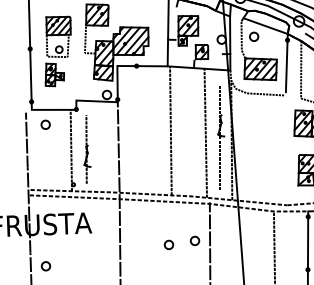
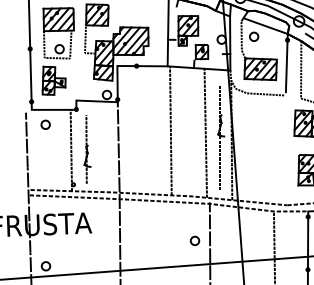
part at (57, 51) size: 28x73 px -> 34x89 px
part at (168, 244): present -> none
line at (156, 267): none -> present
